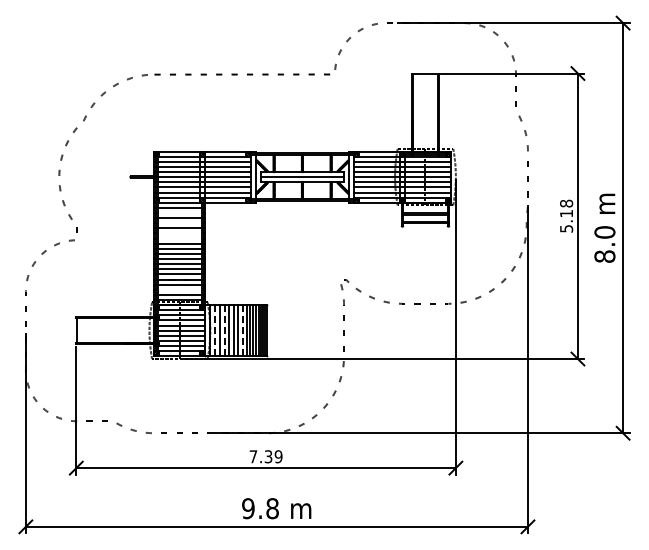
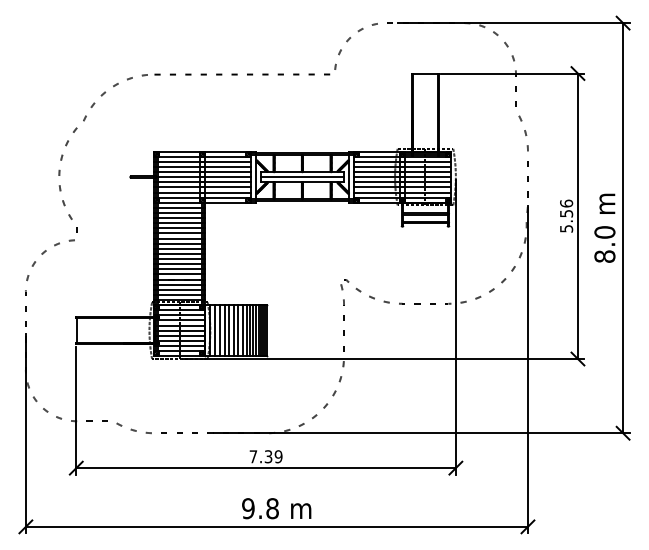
text at (566, 208): 5.18 -> 5.56
line at (179, 212): none -> present
line at (179, 223): none -> present
line at (179, 233): none -> present
line at (179, 238): none -> present
line at (179, 289): none -> present
line at (215, 330): dashed -> solid
line at (224, 330): dashed -> solid
line at (242, 330): dashed -> solid
